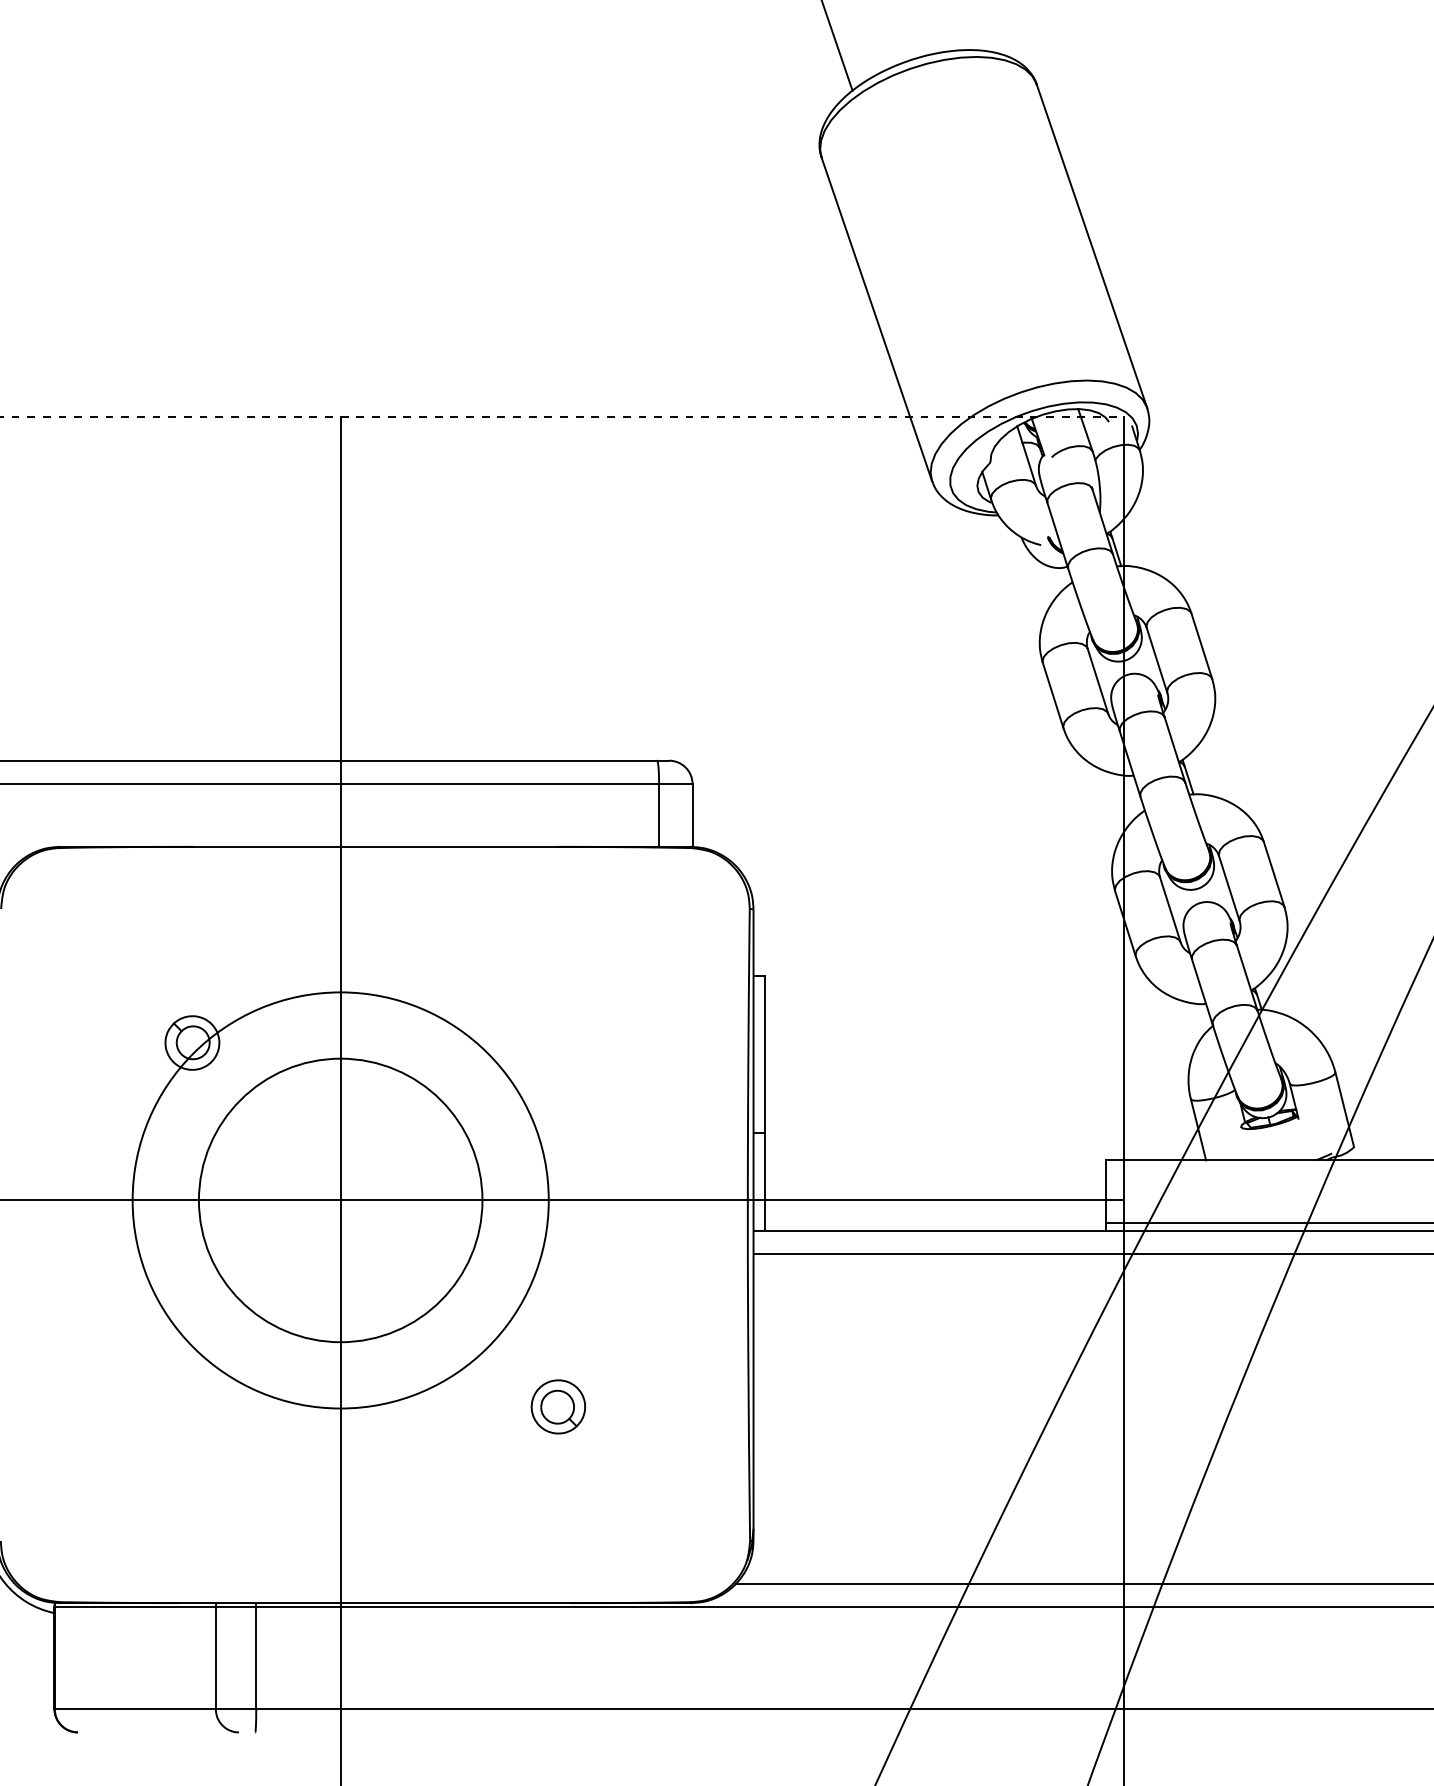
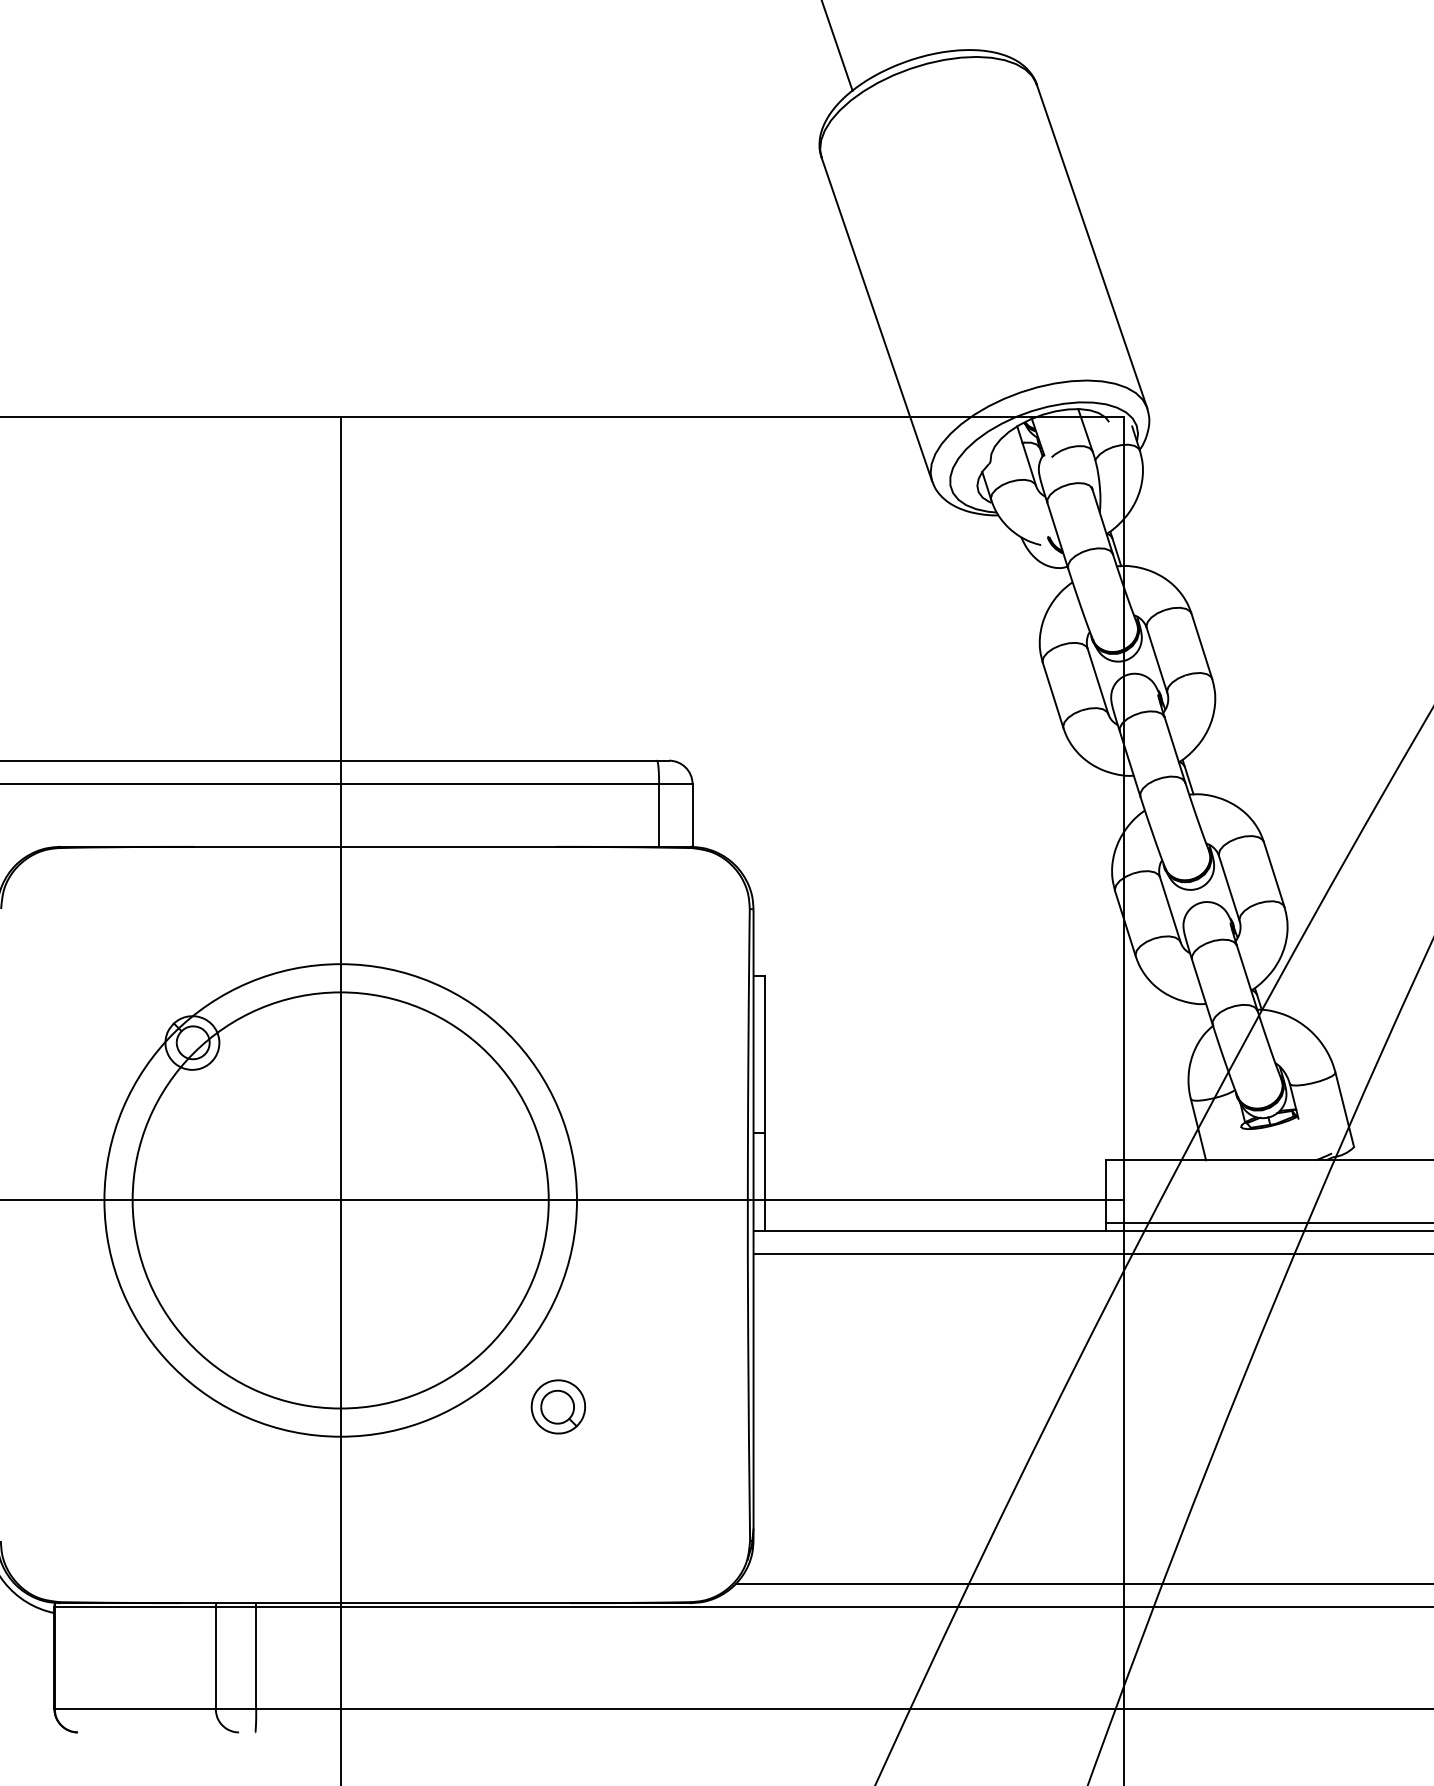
line at (562, 416): dashed -> solid
circle at (340, 1200) diameter: 284 px -> 473 px
